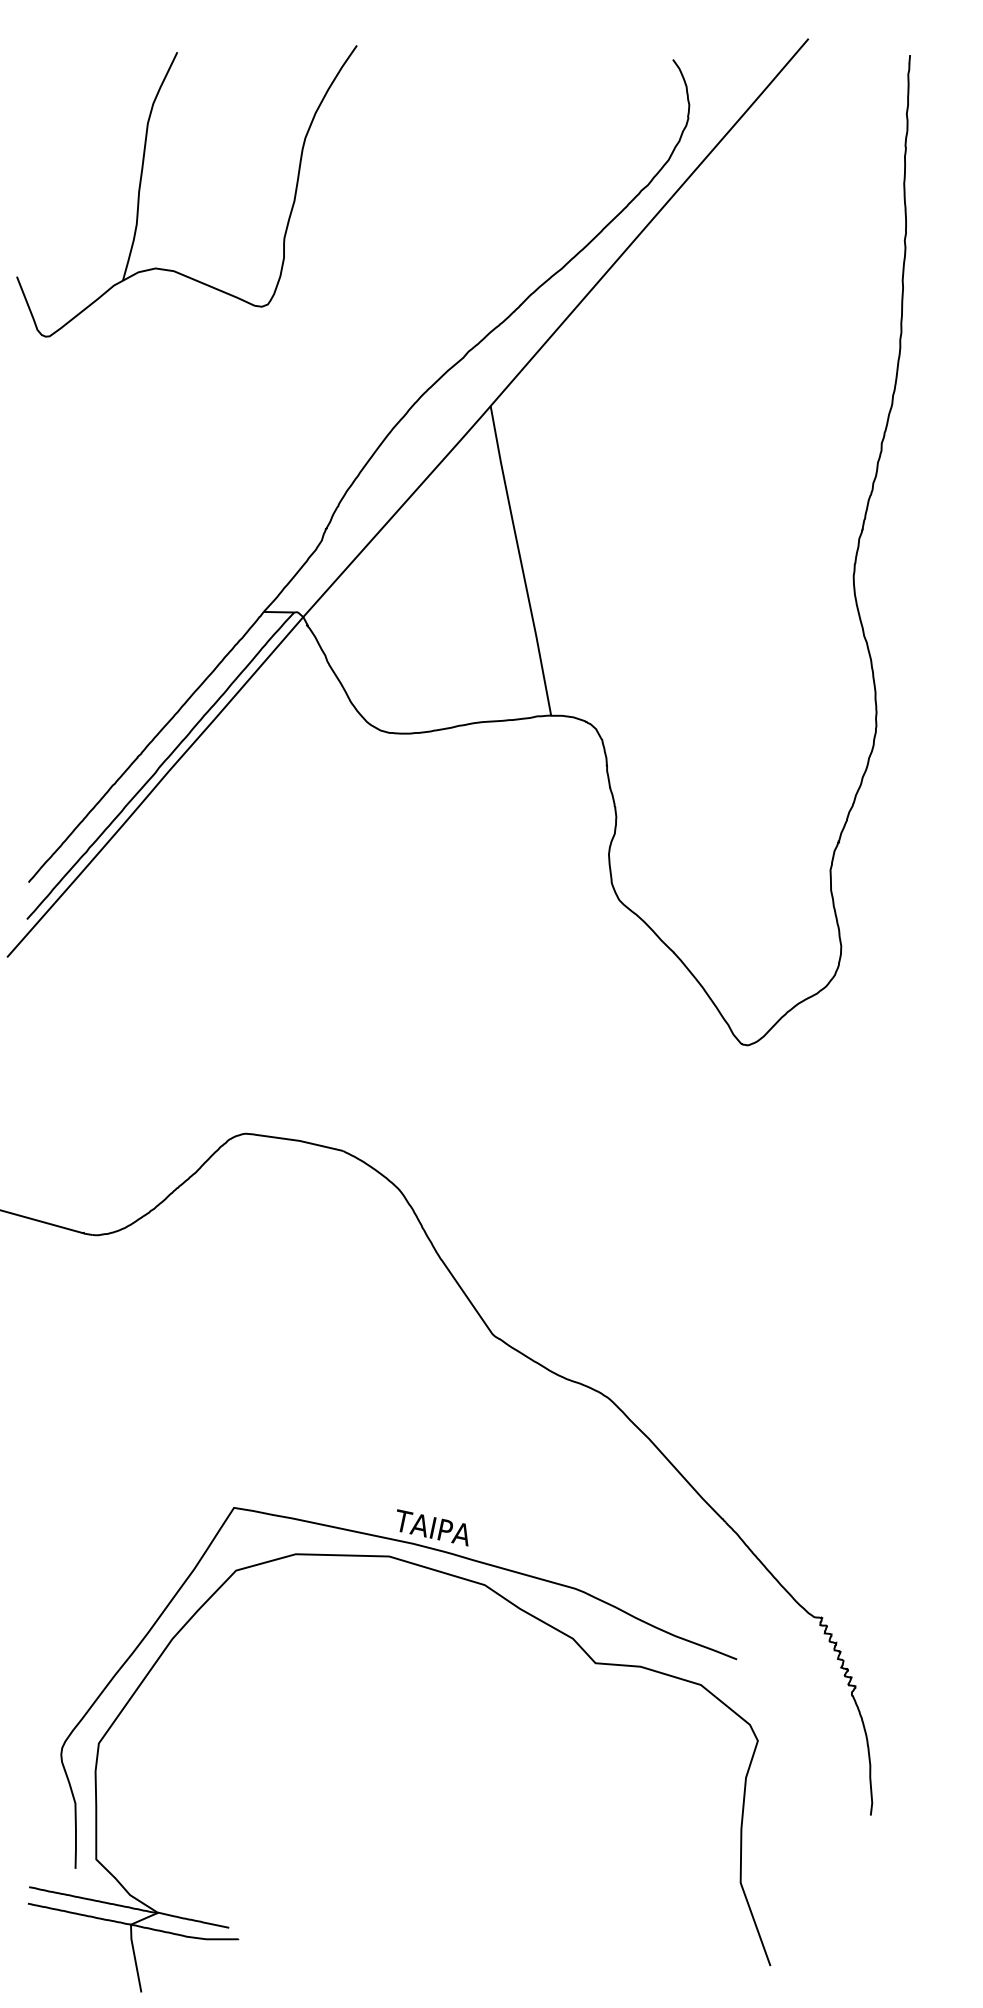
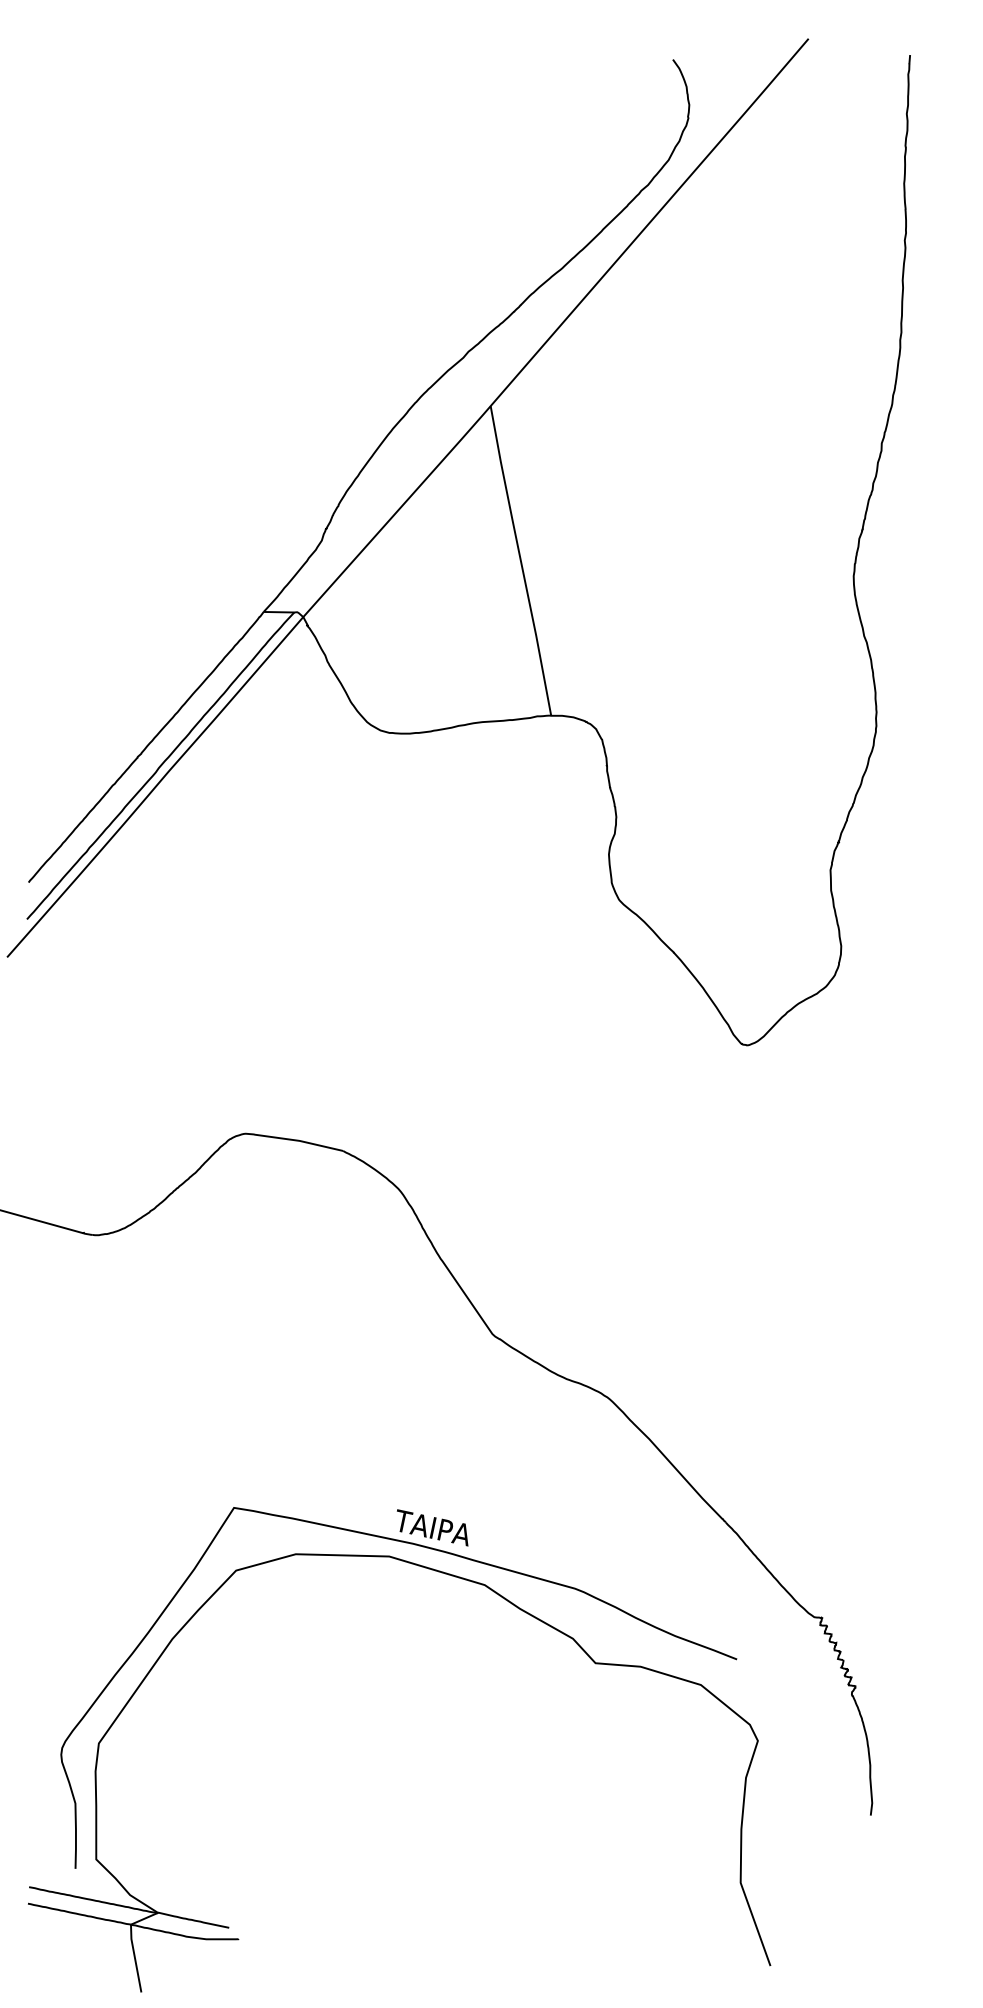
part at (141, 183): present -> none
